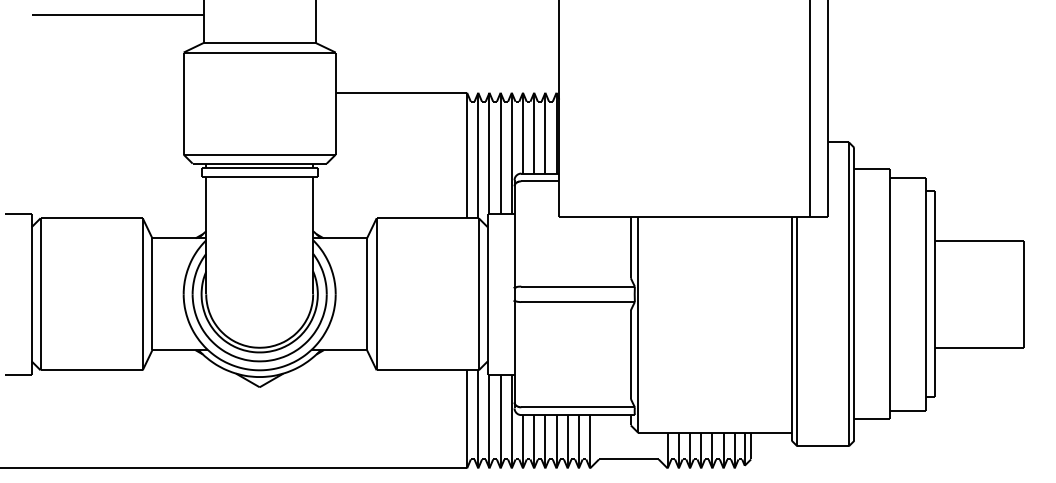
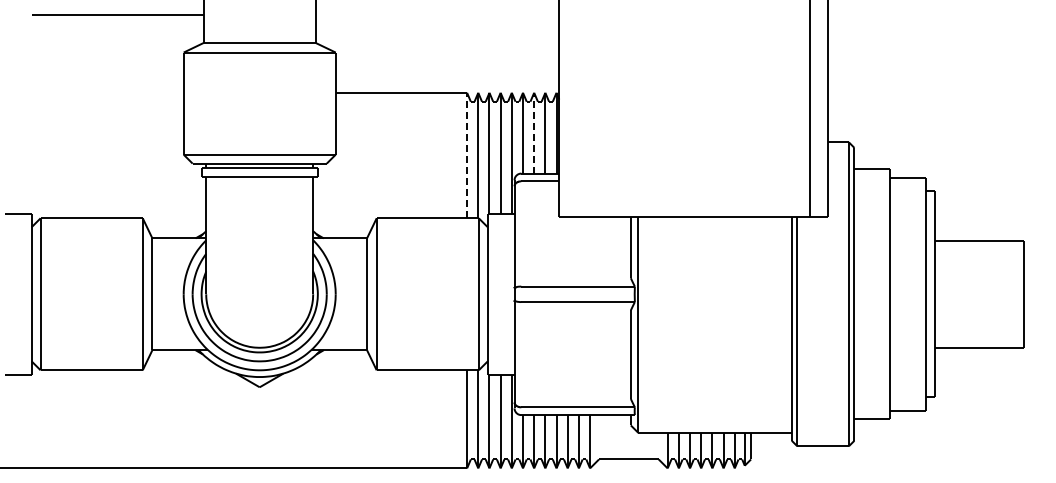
line at (534, 132): solid -> dashed
line at (467, 155): solid -> dashed
